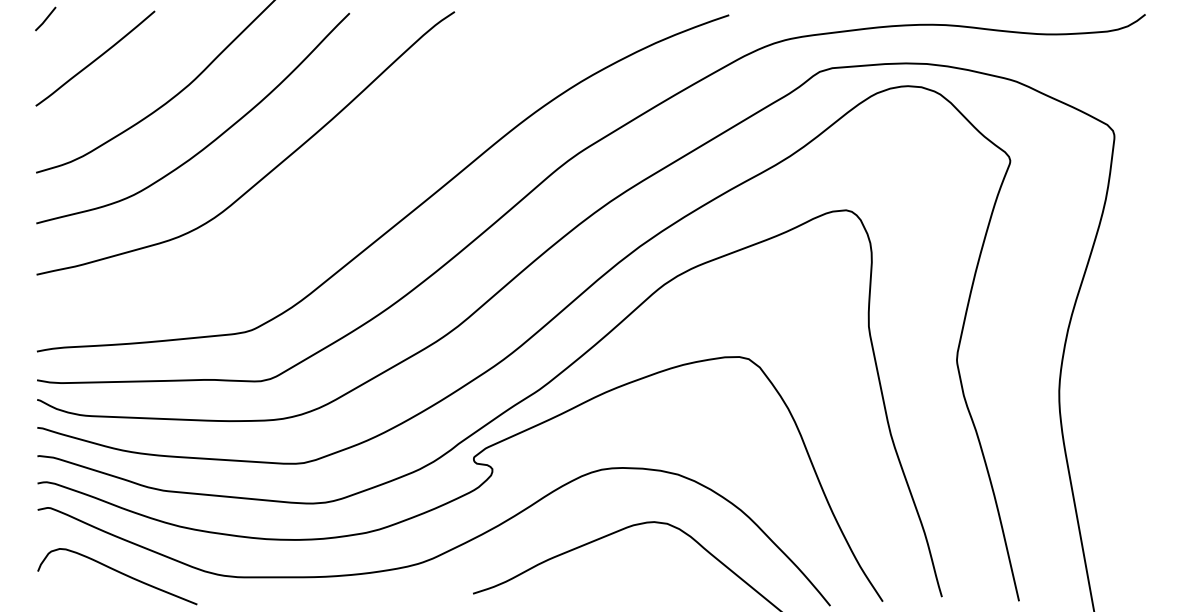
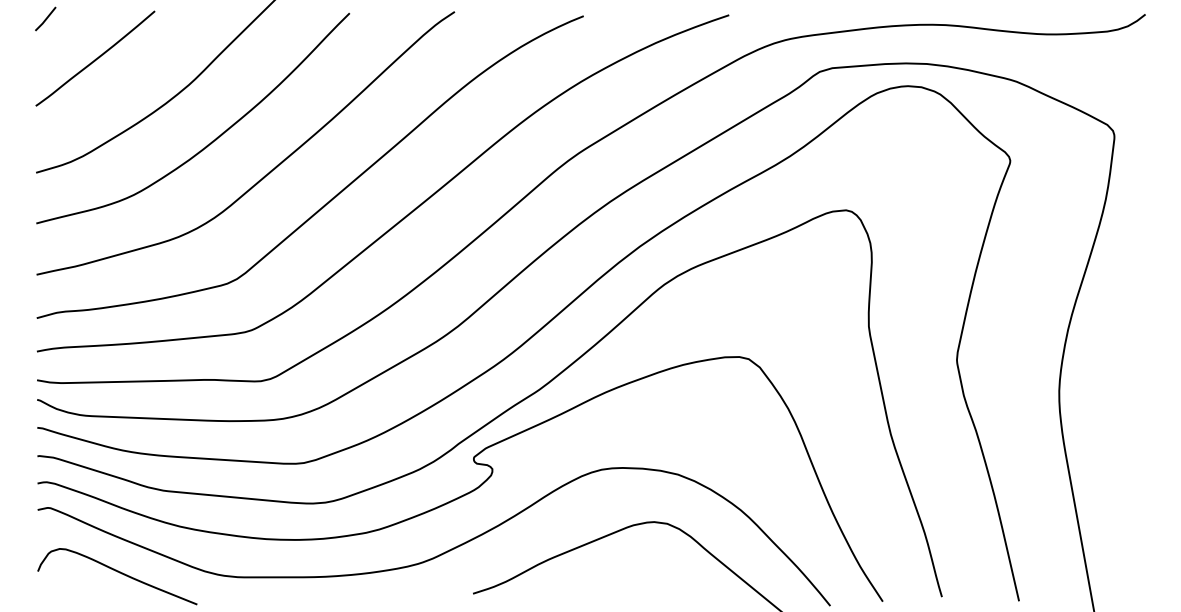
curve at (332, 197): none -> present
